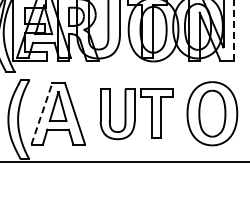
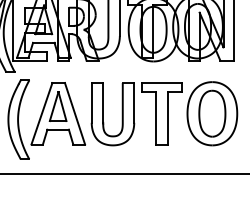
line at (234, 30): dashed -> solid
line at (42, 113): dashed -> solid
part at (136, 114) size: 75x53 px -> 93x65 px
line at (124, 162) position: (124, 162) -> (124, 174)
